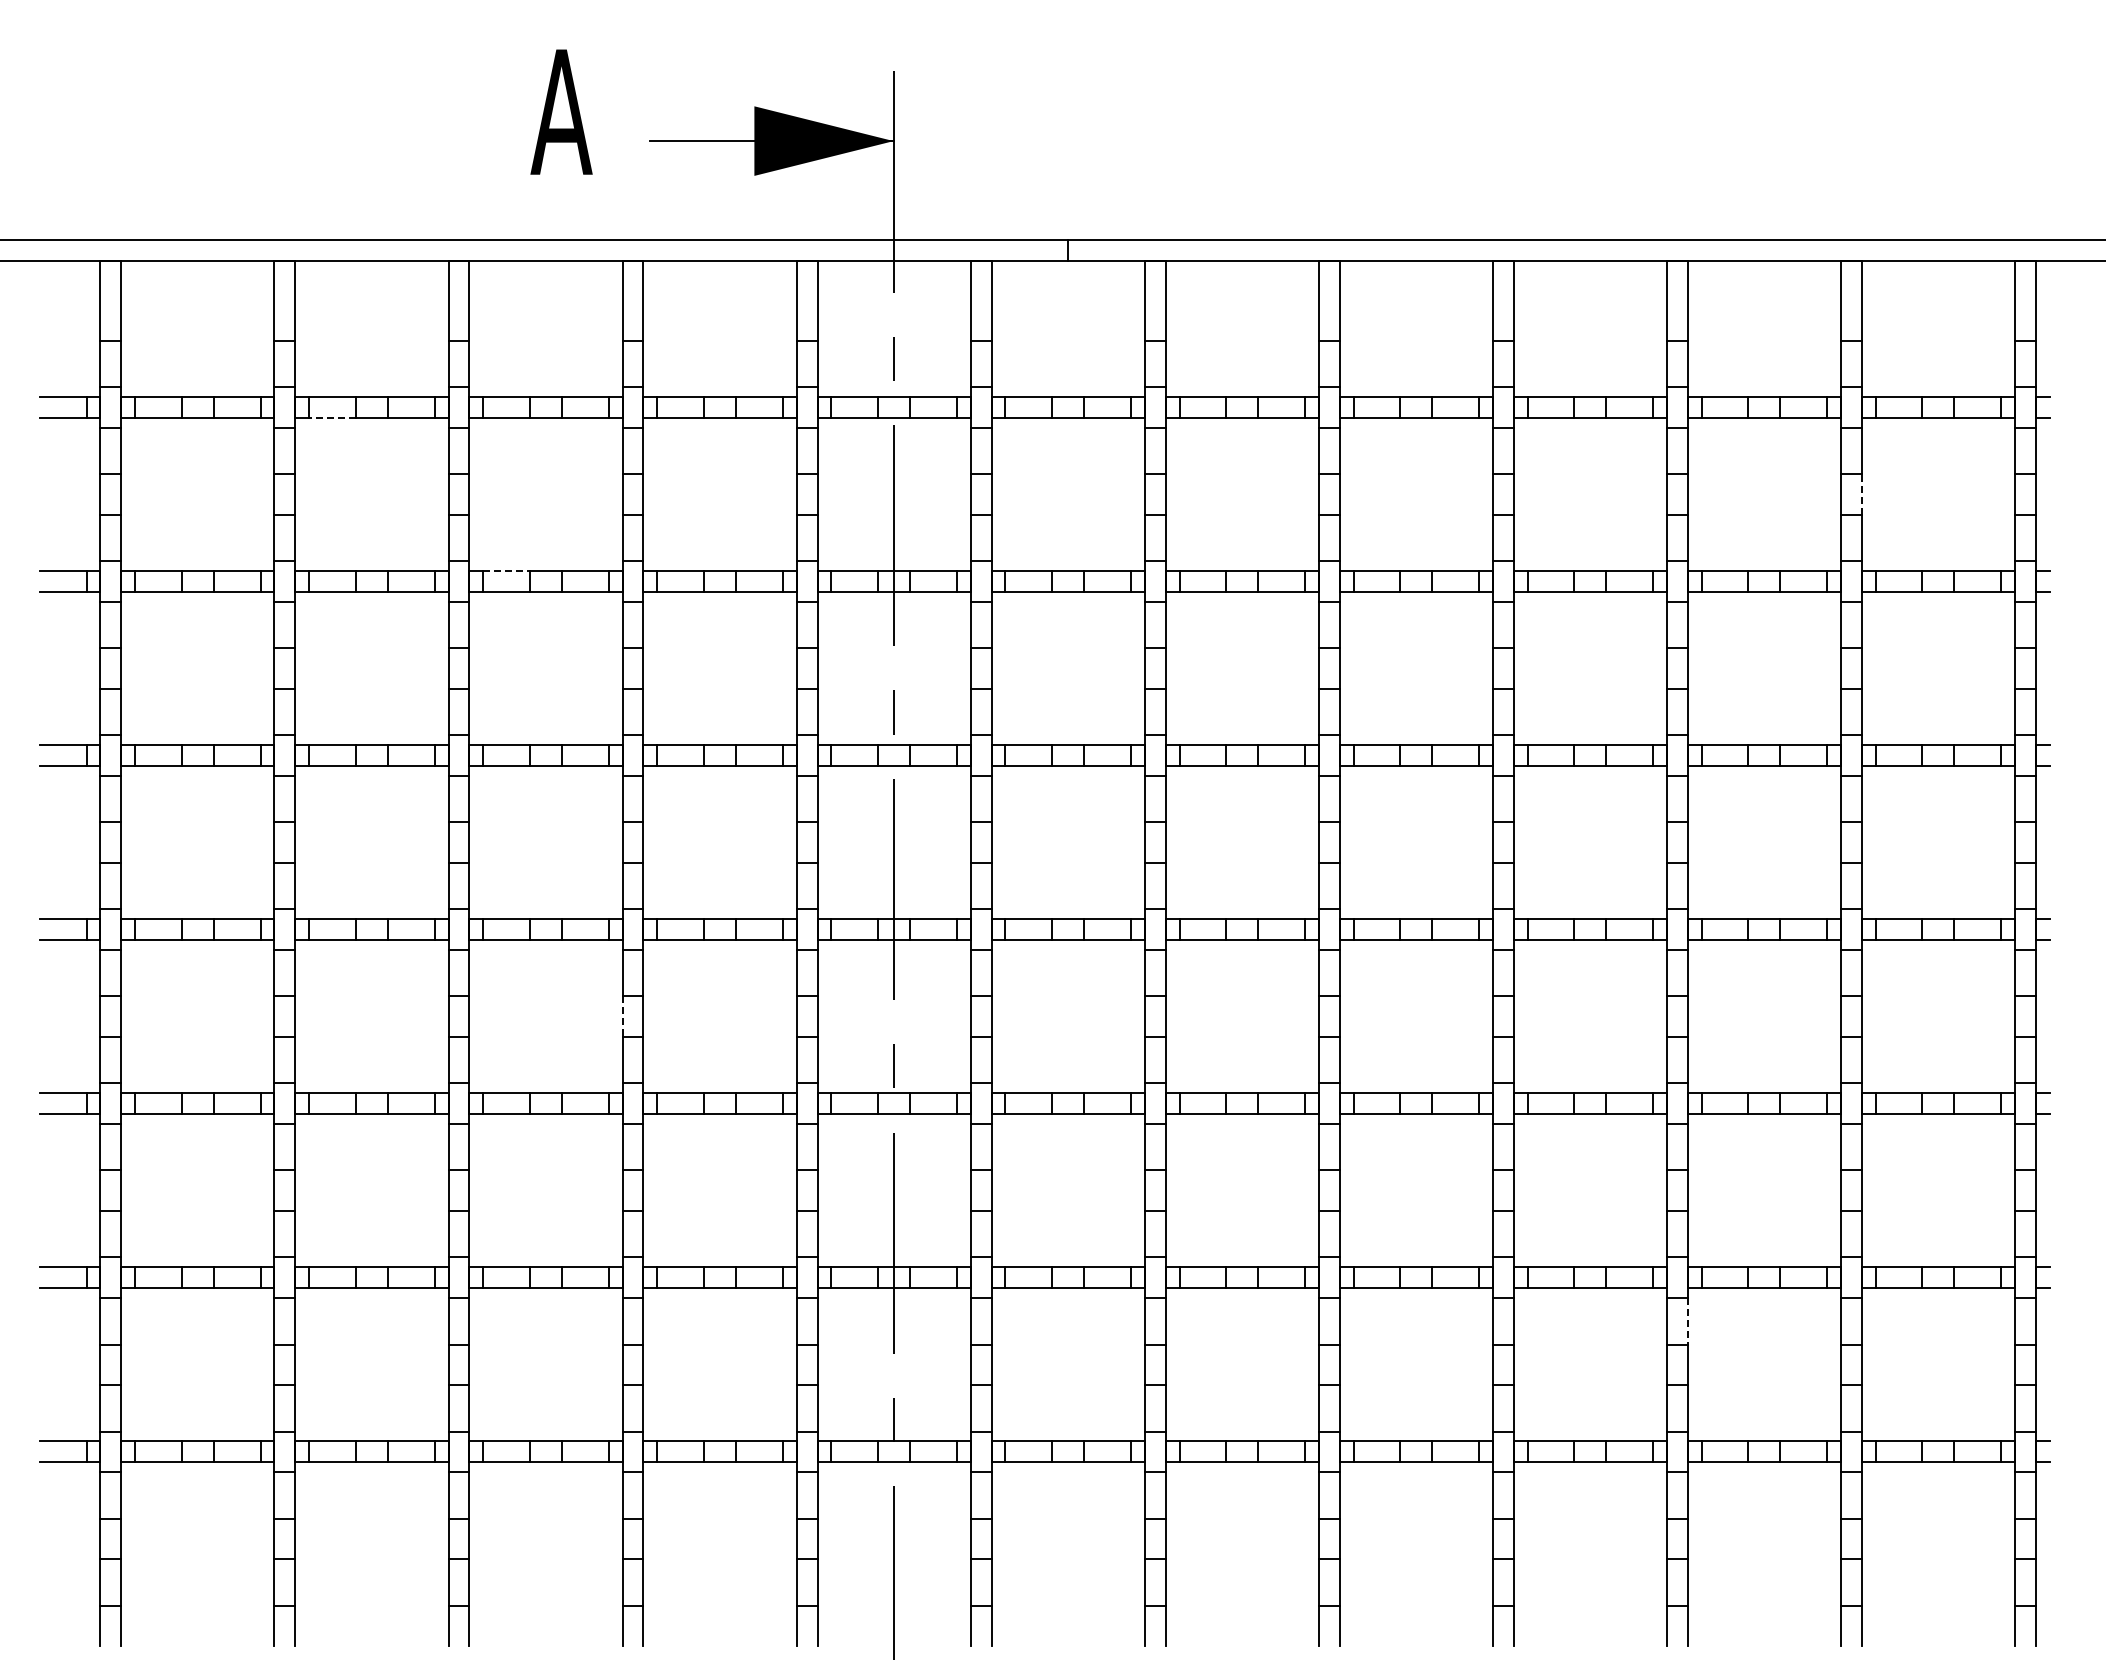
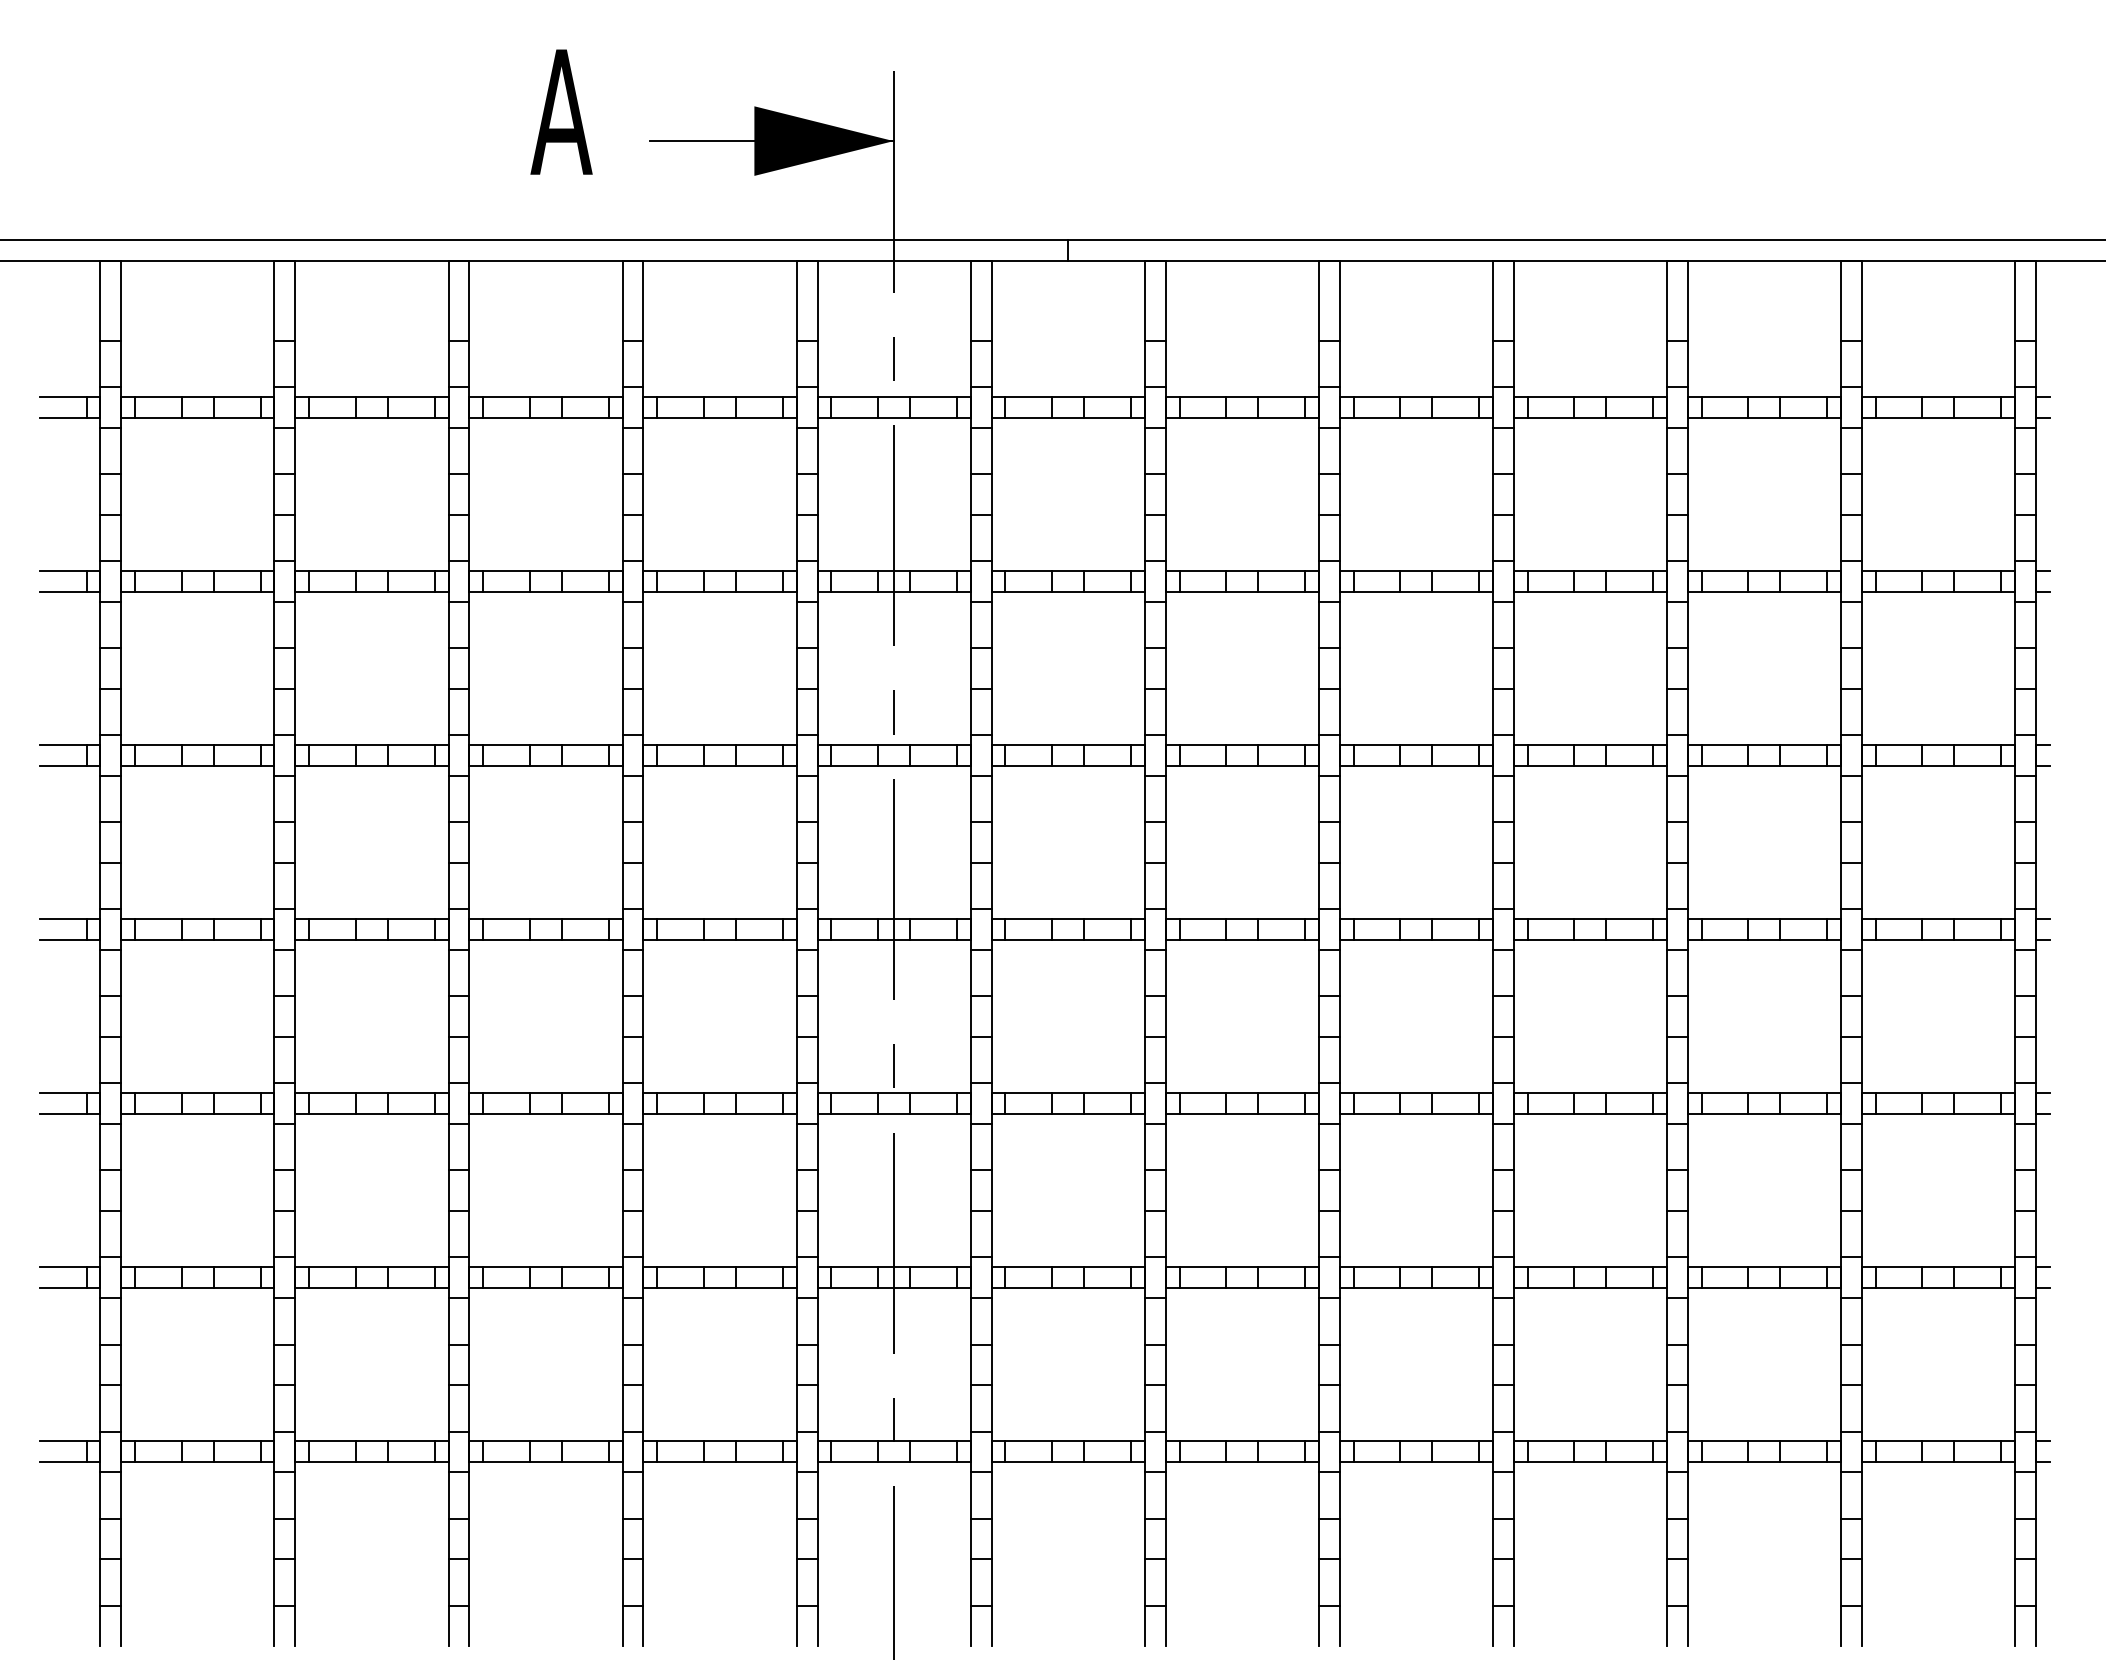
line at (332, 417): dashed -> solid
line at (1861, 493): dashed -> solid
line at (507, 570): dashed -> solid
line at (622, 1017): dashed -> solid
line at (1687, 1321): dashed -> solid
